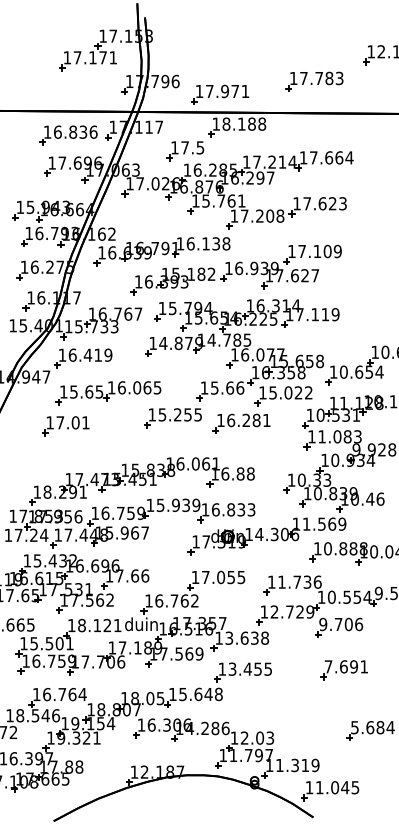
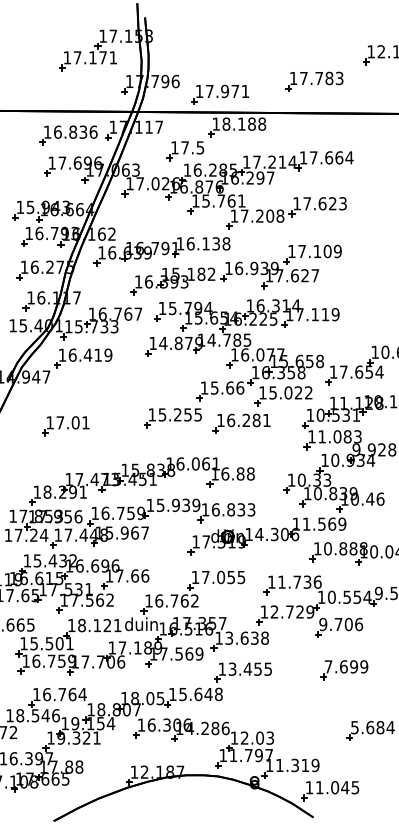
text at (343, 371): 10.654 -> 17.654
part at (108, 393): present -> none
text at (364, 666): 7.691 -> 7.699
